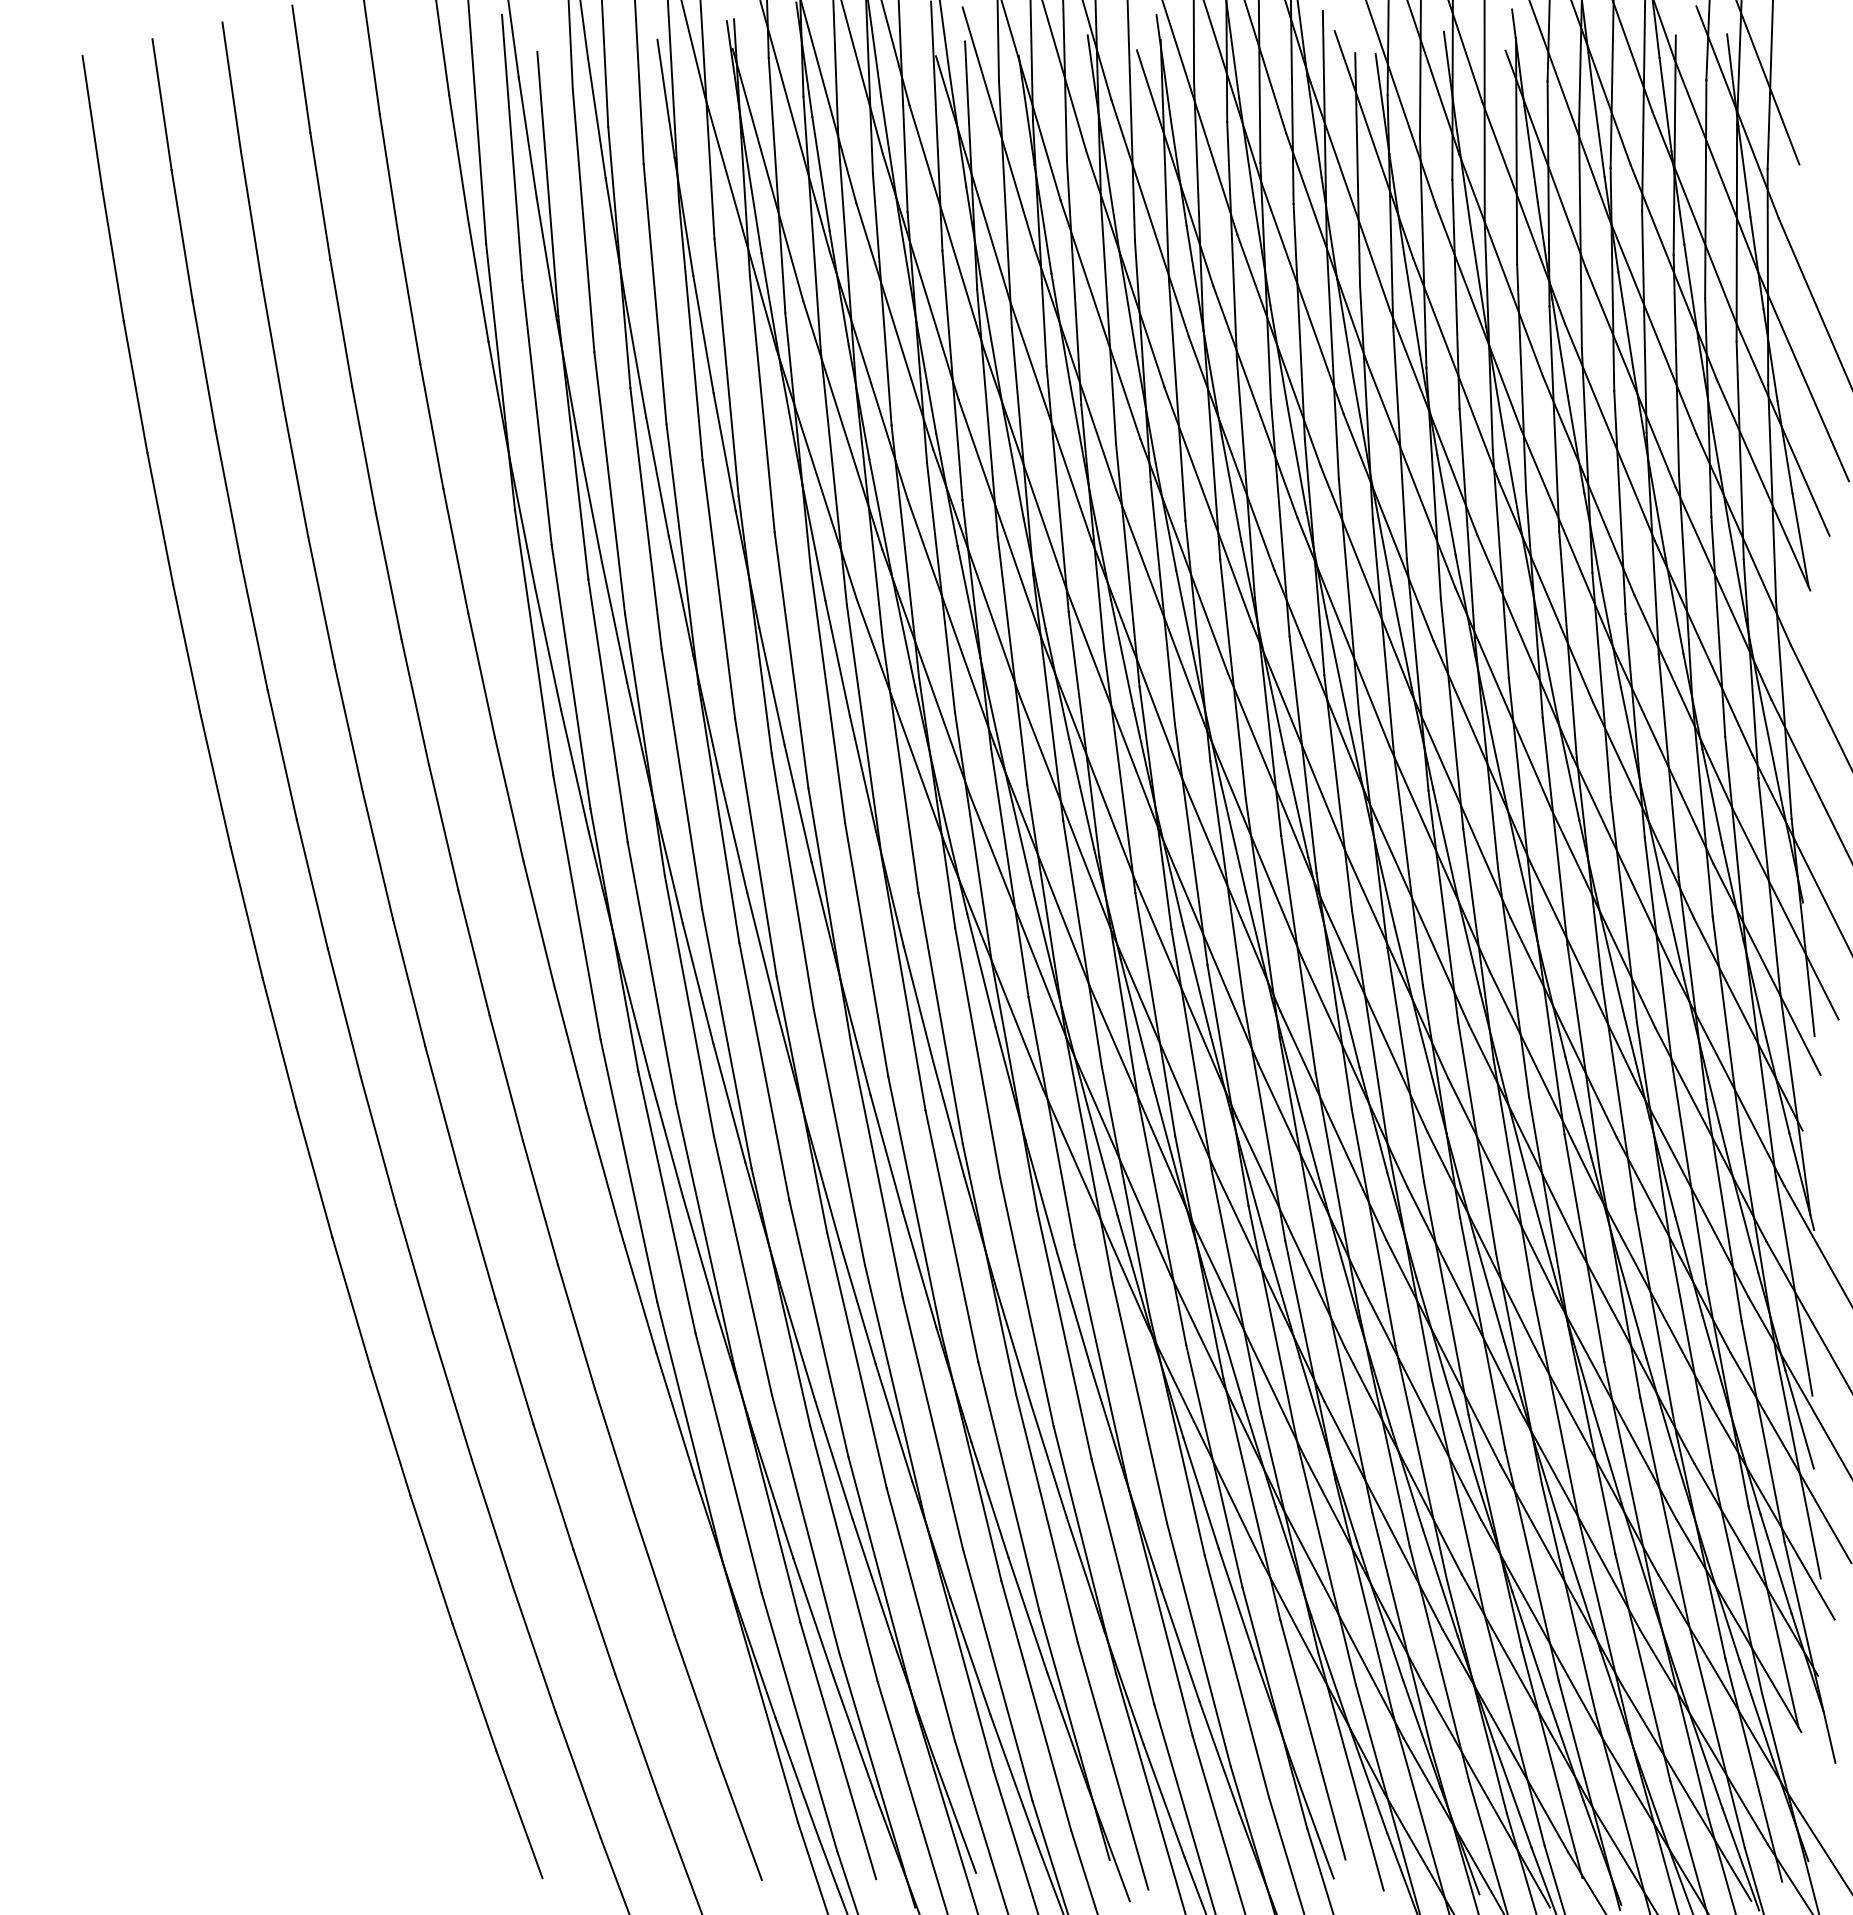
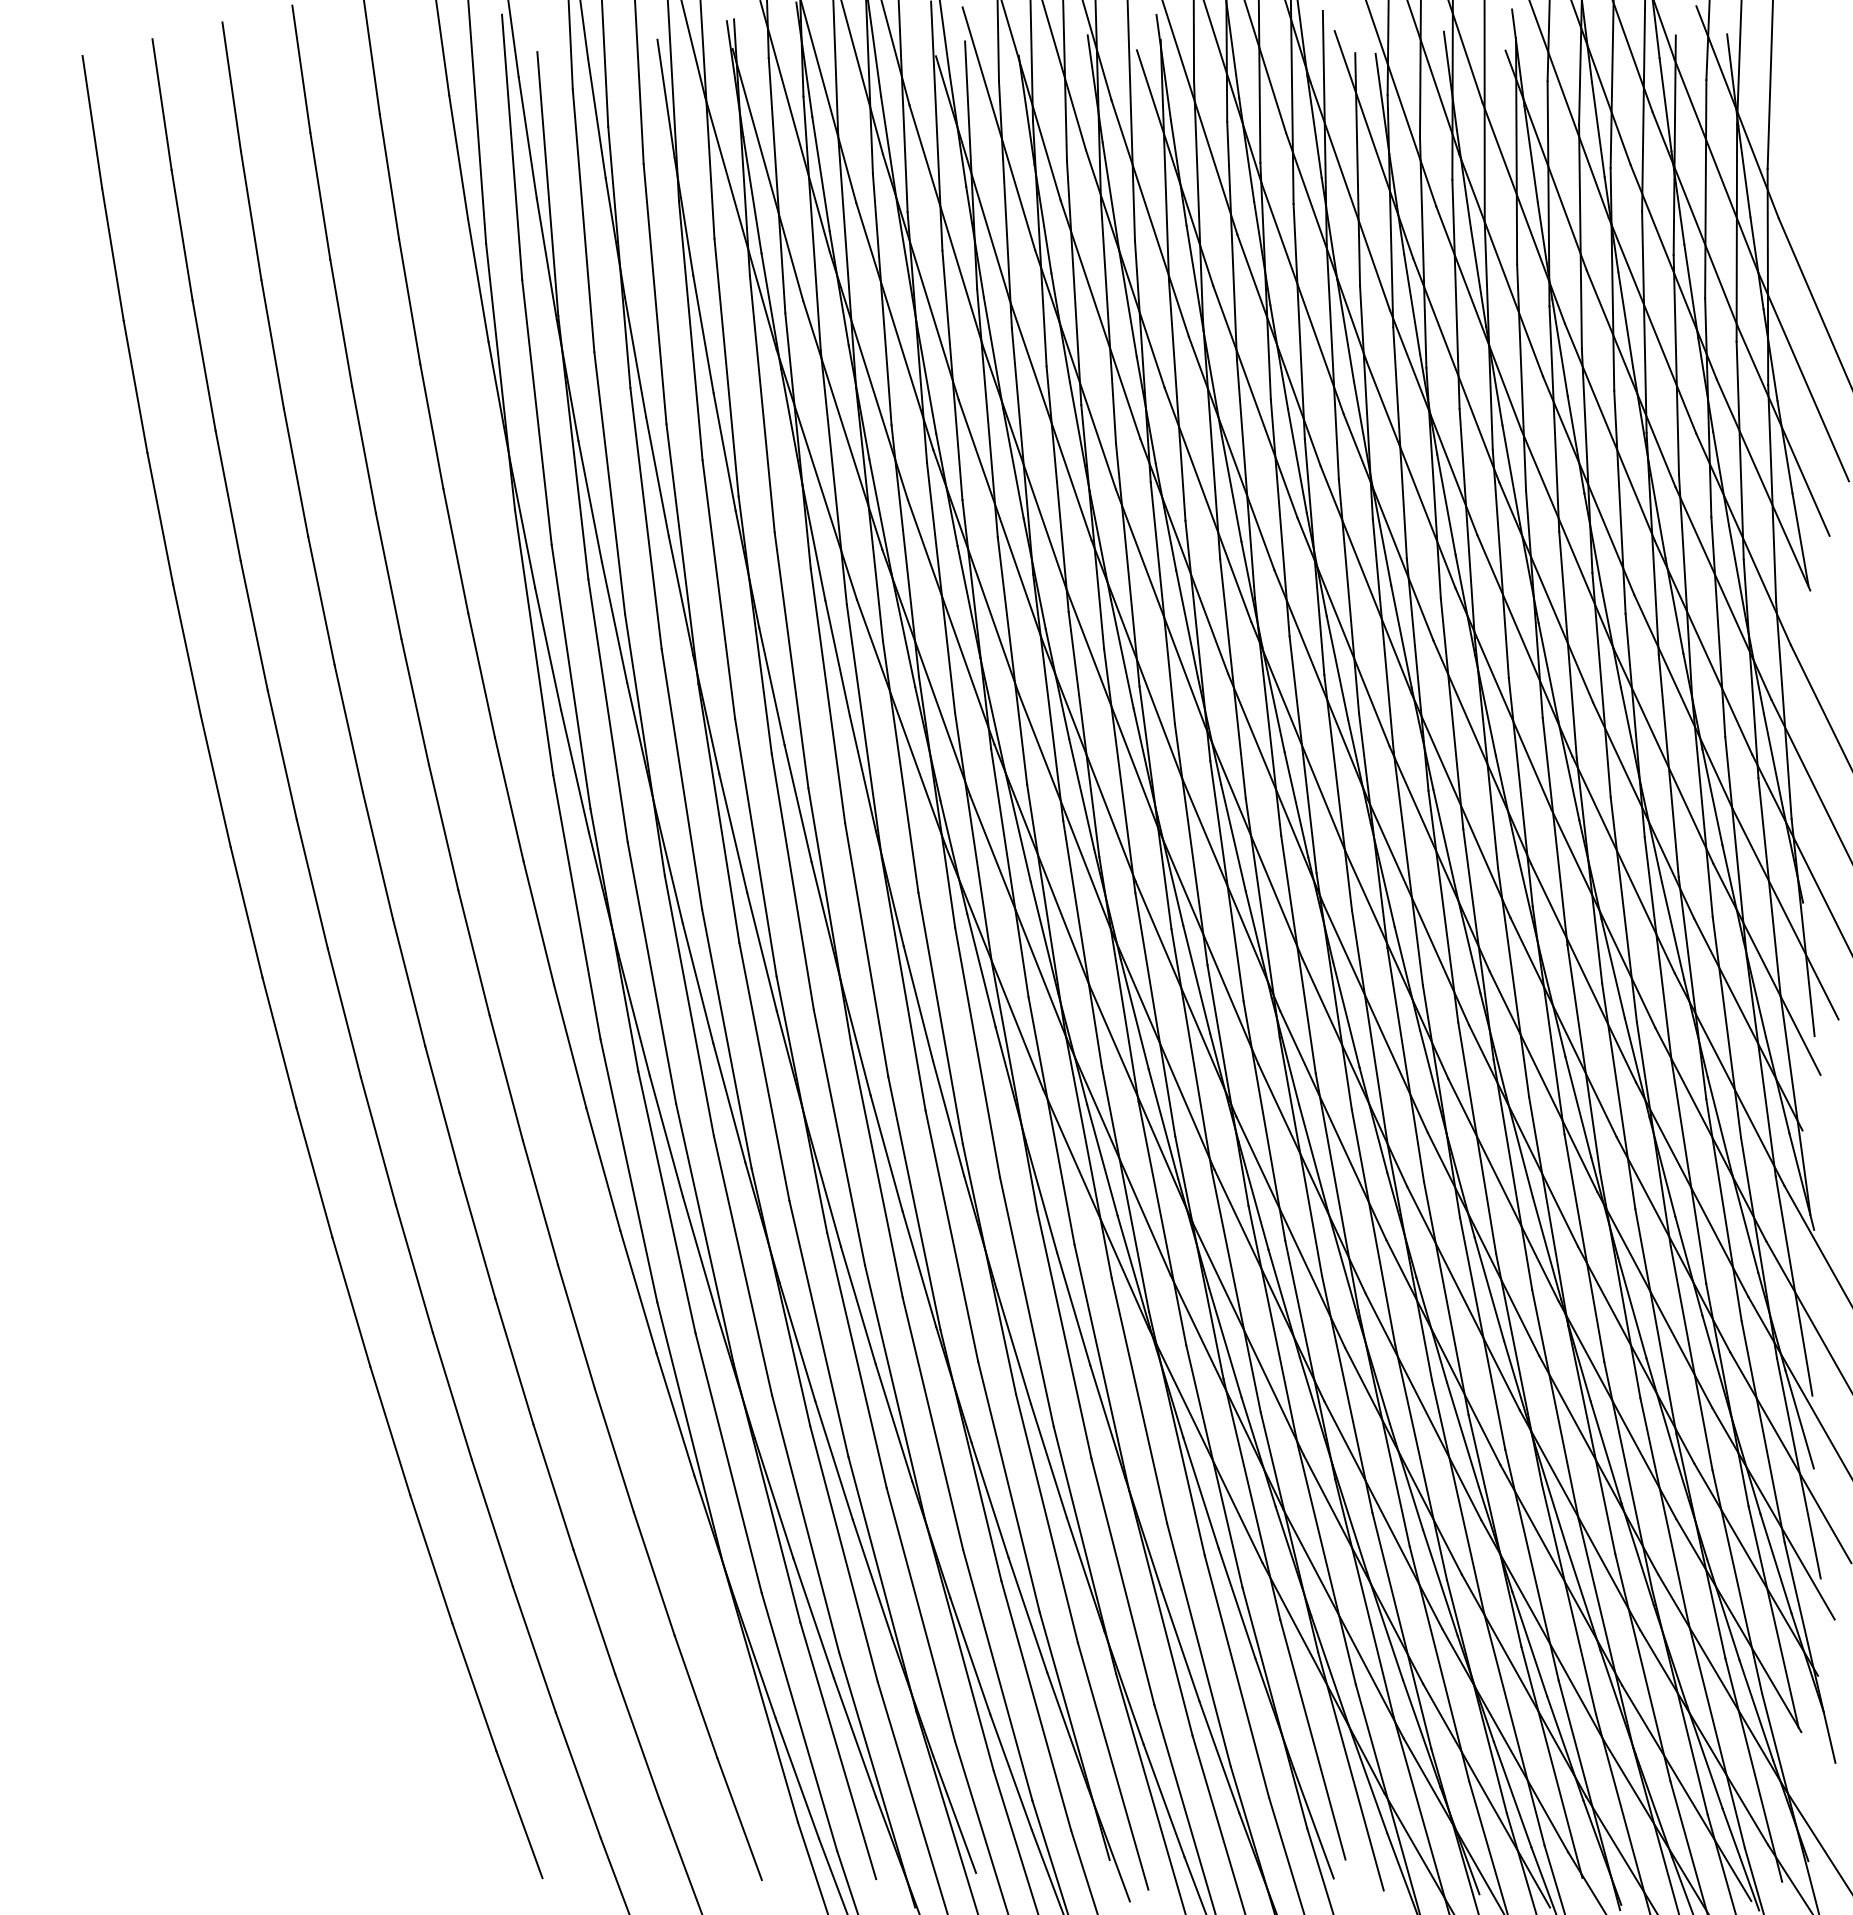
line at (1768, 83): present -> none
